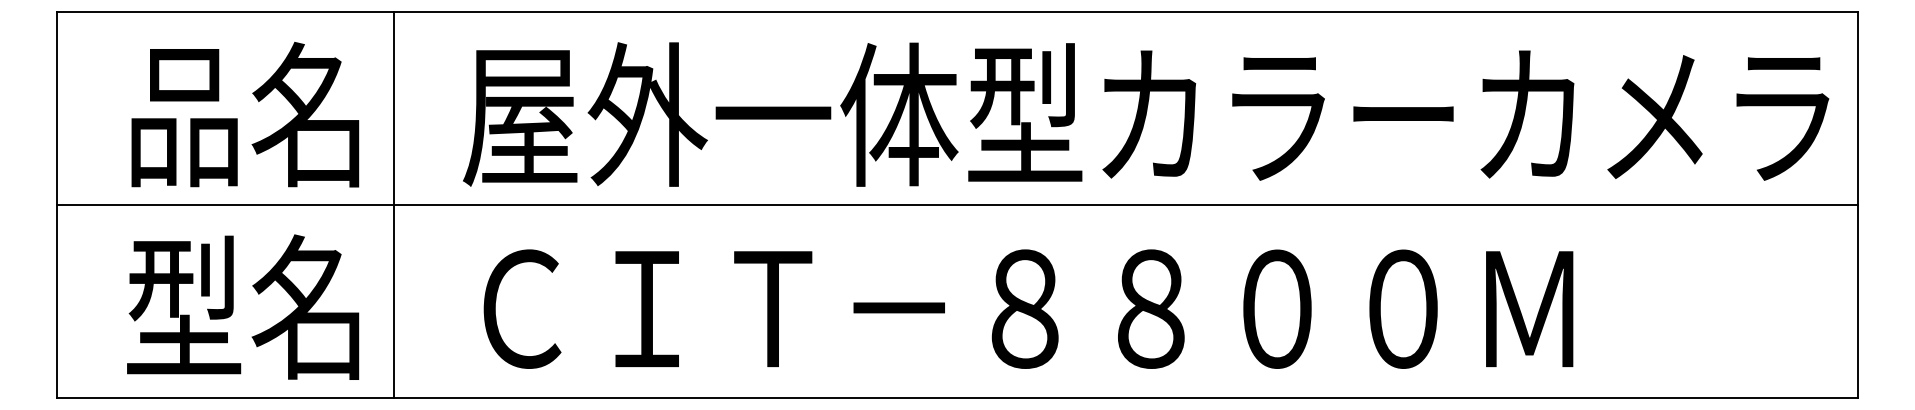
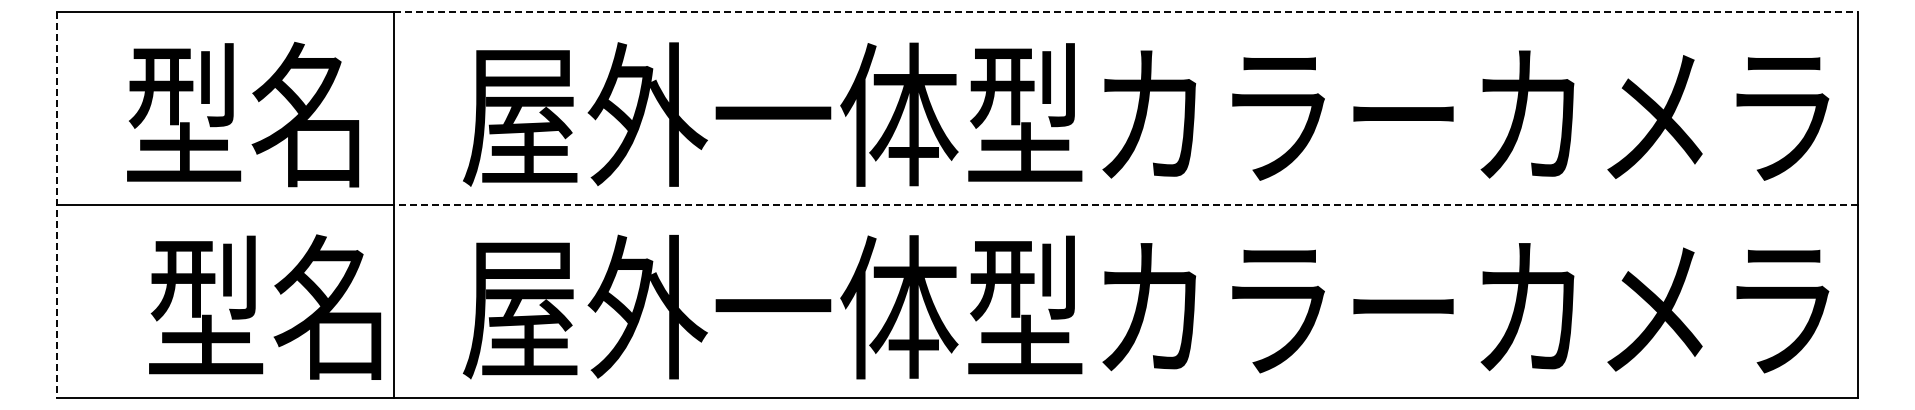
line at (1125, 12): solid -> dashed
text at (184, 115): 品名 -> 型名
line at (57, 205): solid -> dashed
line at (1125, 205): solid -> dashed
text at (243, 306) position: (243, 306) -> (265, 306)
text at (1145, 306): ＣＩＴ－８８００Ｍ -> 屋外一体型カラーカメラ
